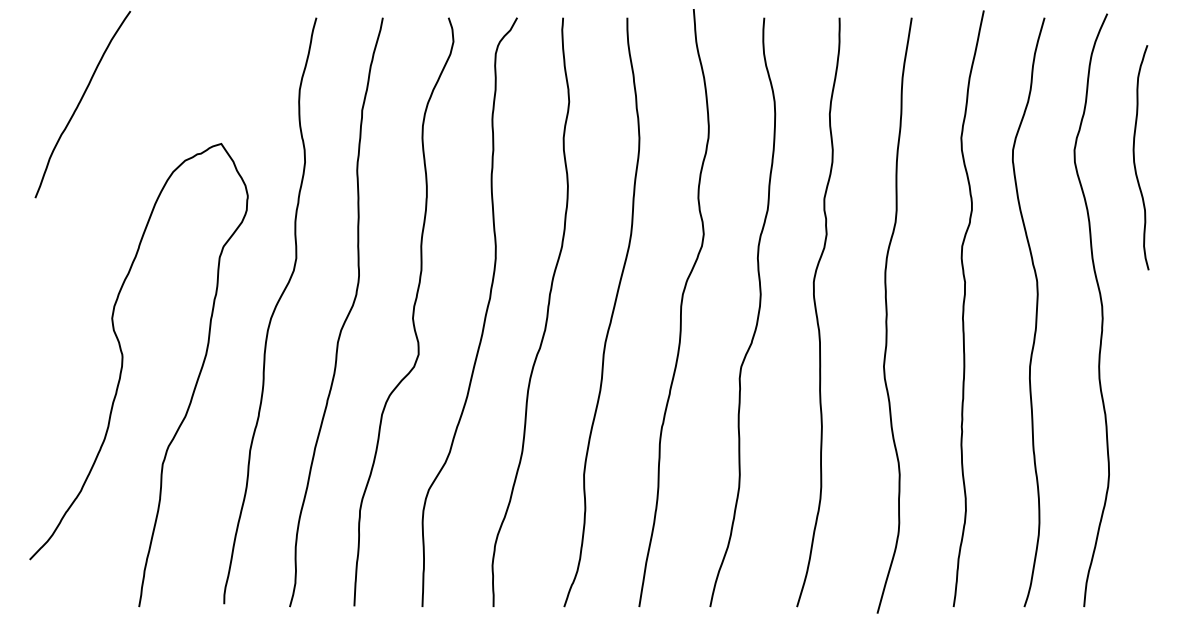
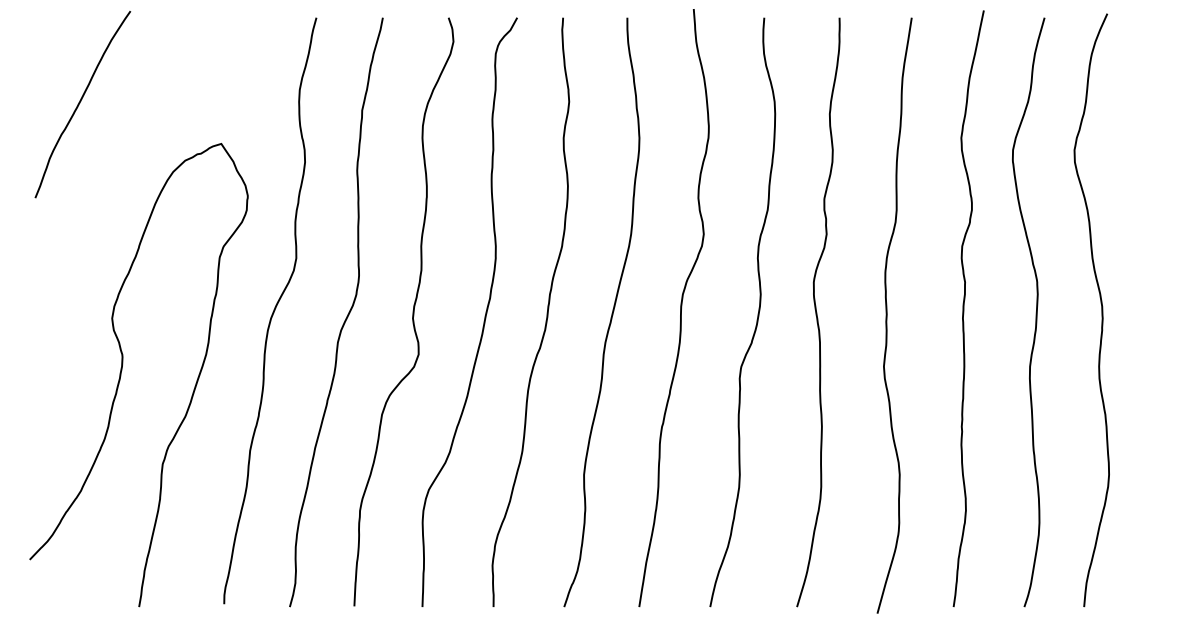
curve at (1134, 157): present -> none
